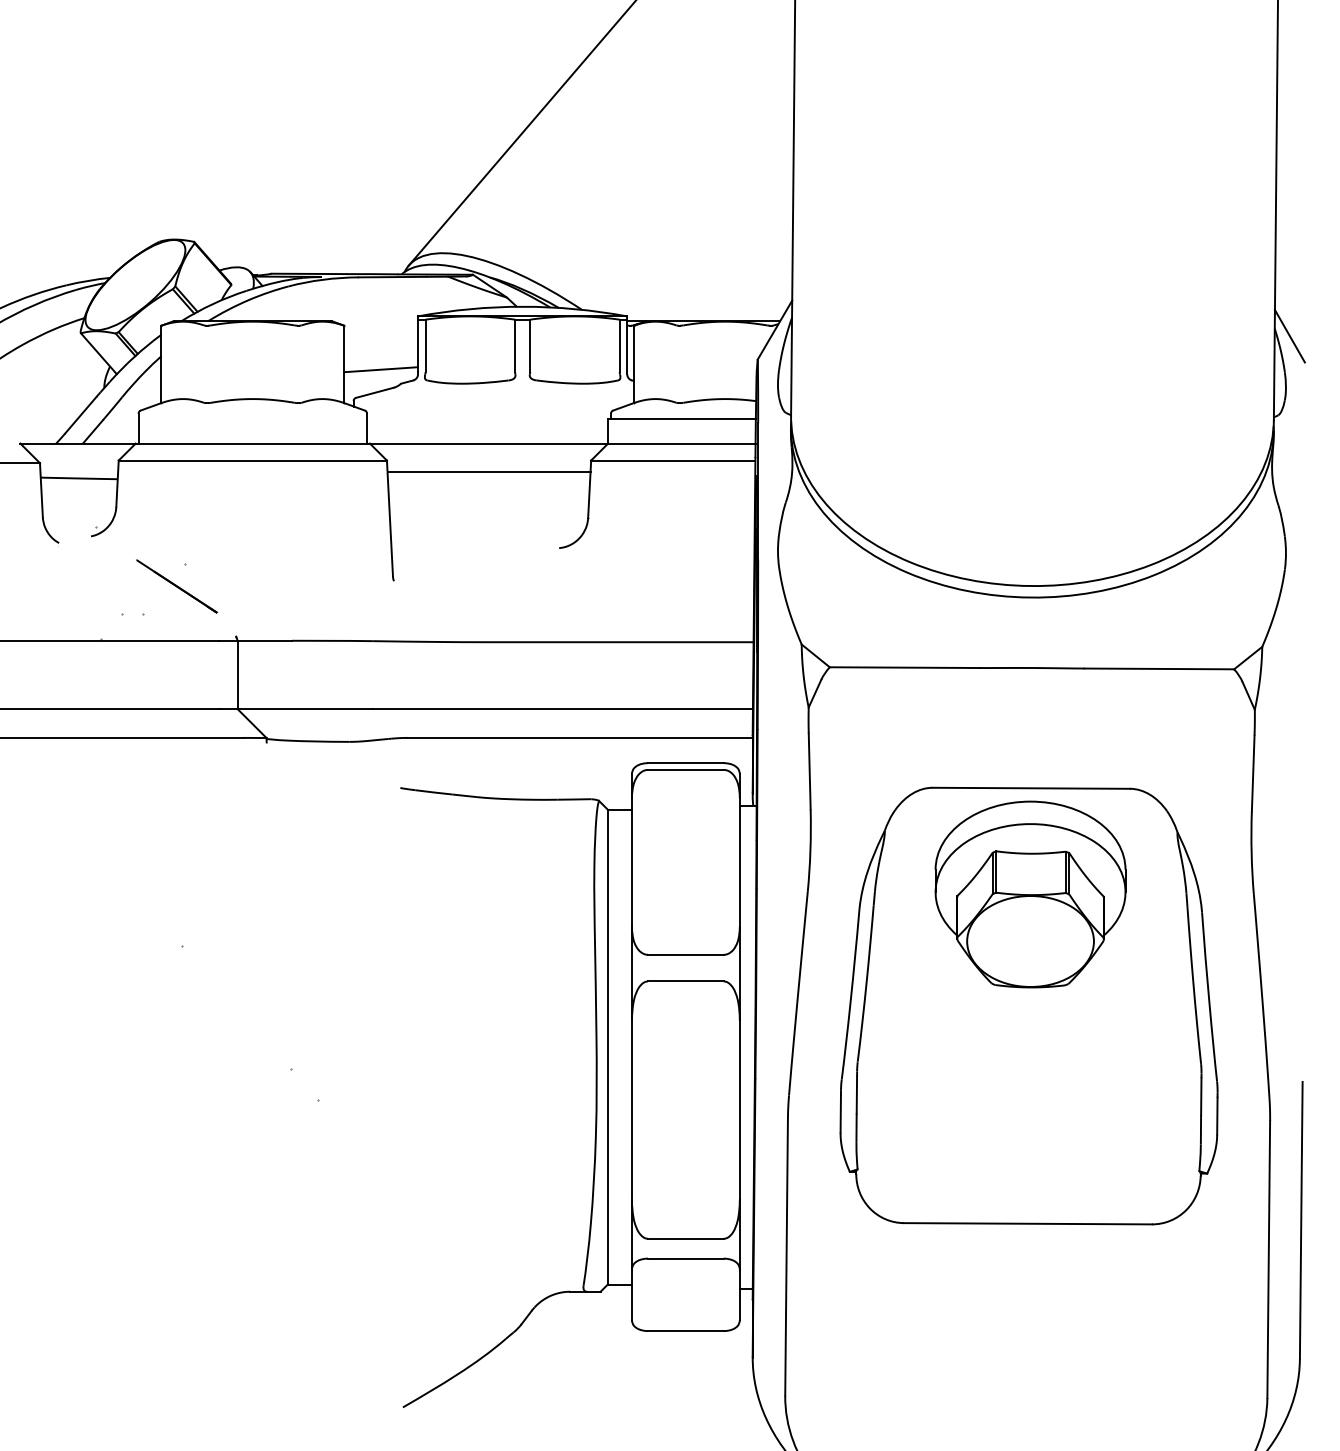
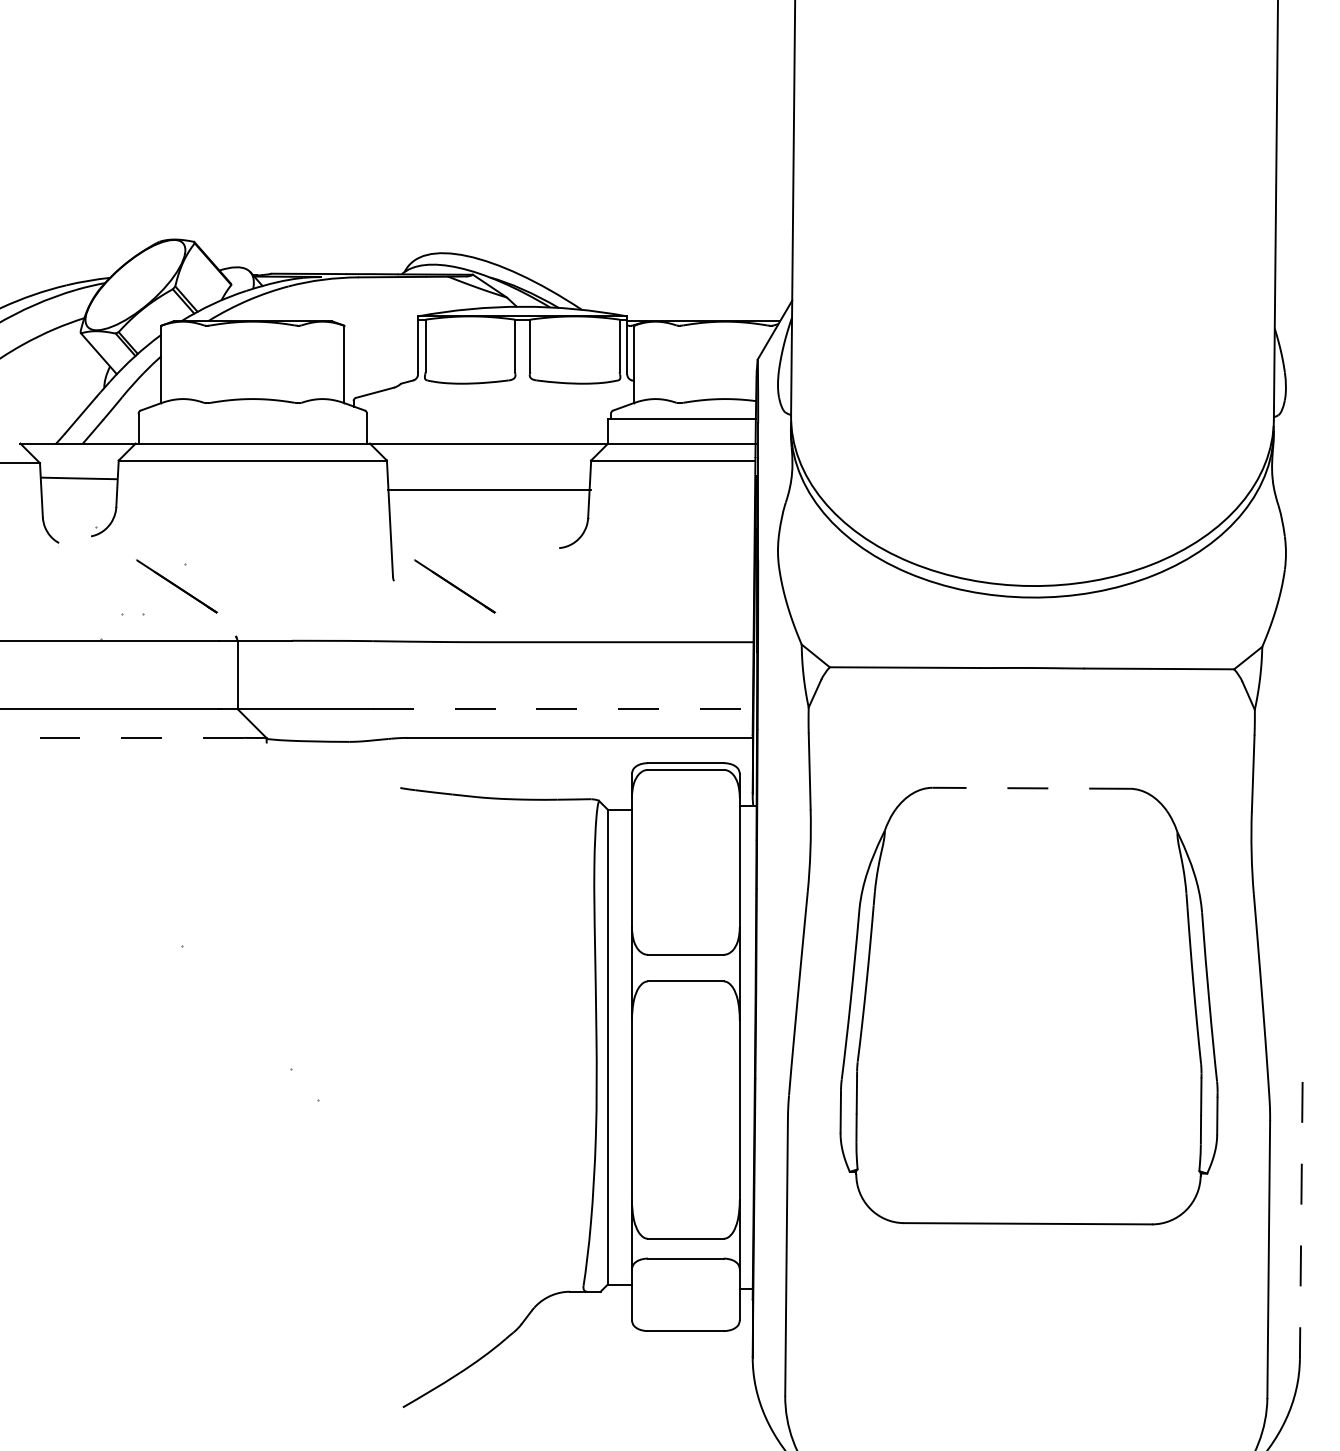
line at (521, 133): present -> none
line at (1289, 336): present -> none
line at (381, 369): present -> none
line at (488, 471) position: (488, 471) -> (488, 489)
line at (455, 586): none -> present
line at (563, 709): solid -> dashed
line at (122, 737): solid -> dashed
line at (1031, 788): solid -> dashed
part at (1030, 894): present -> none
line at (1301, 1220): solid -> dashed
